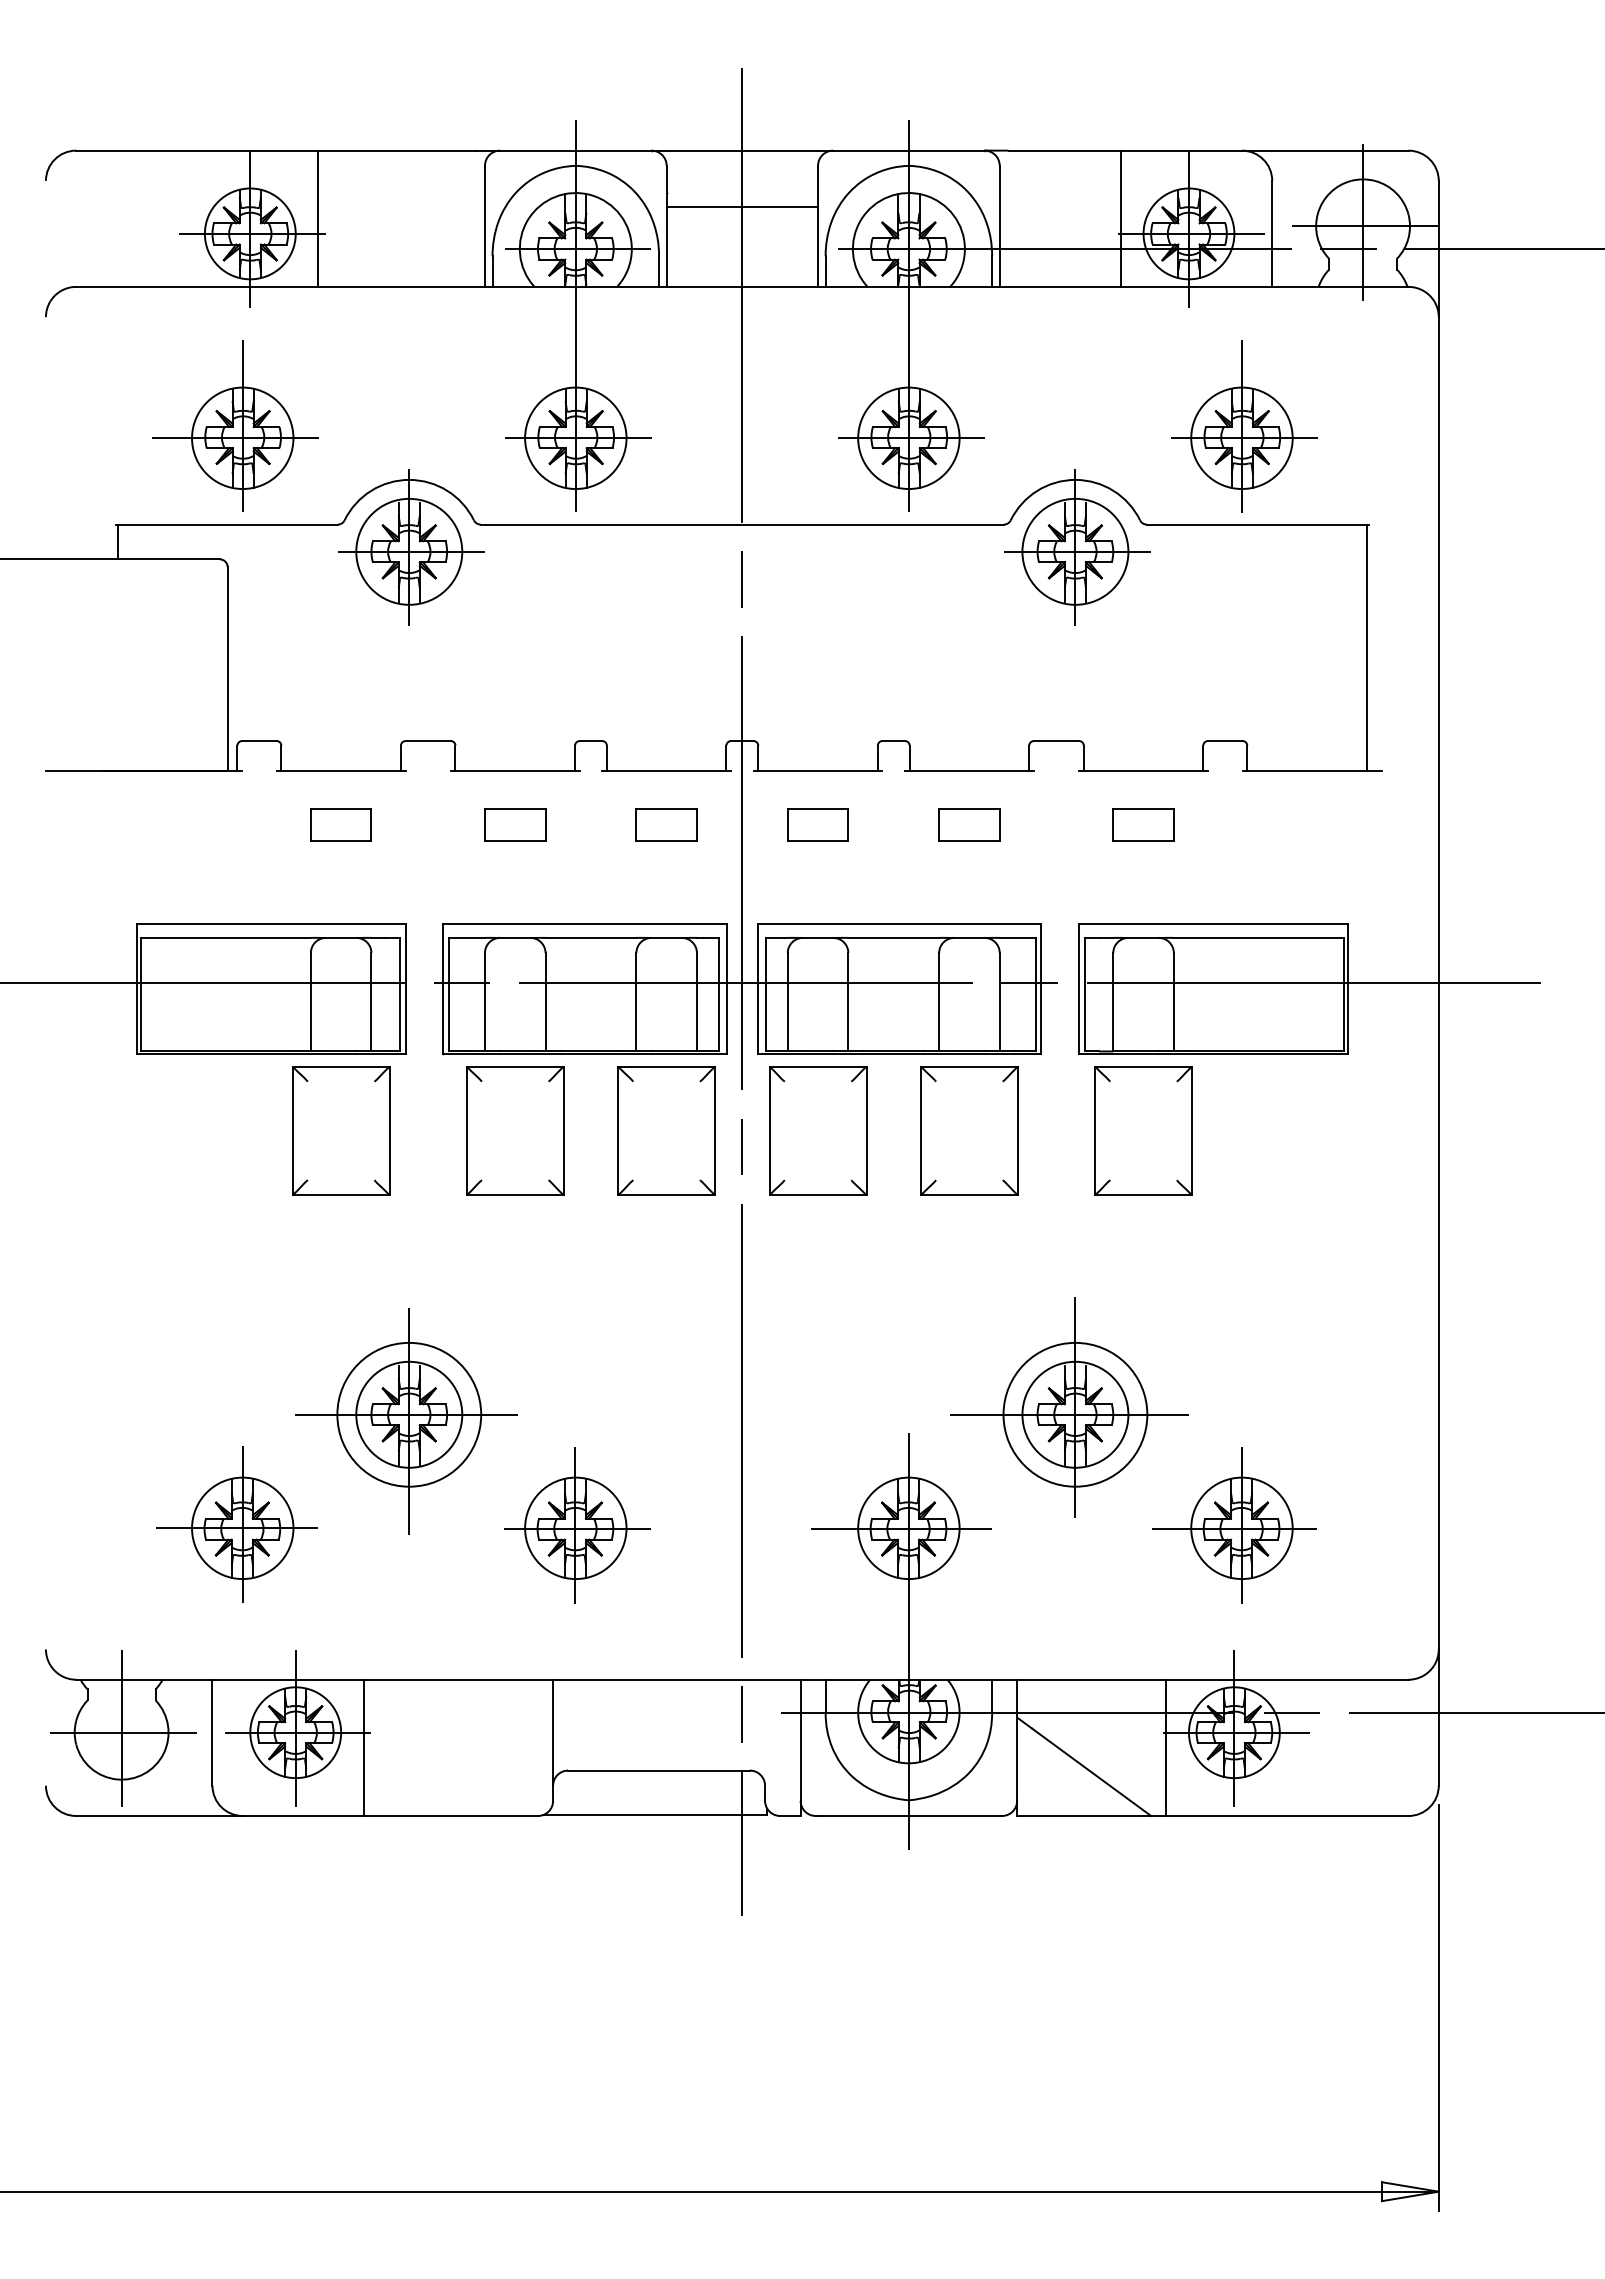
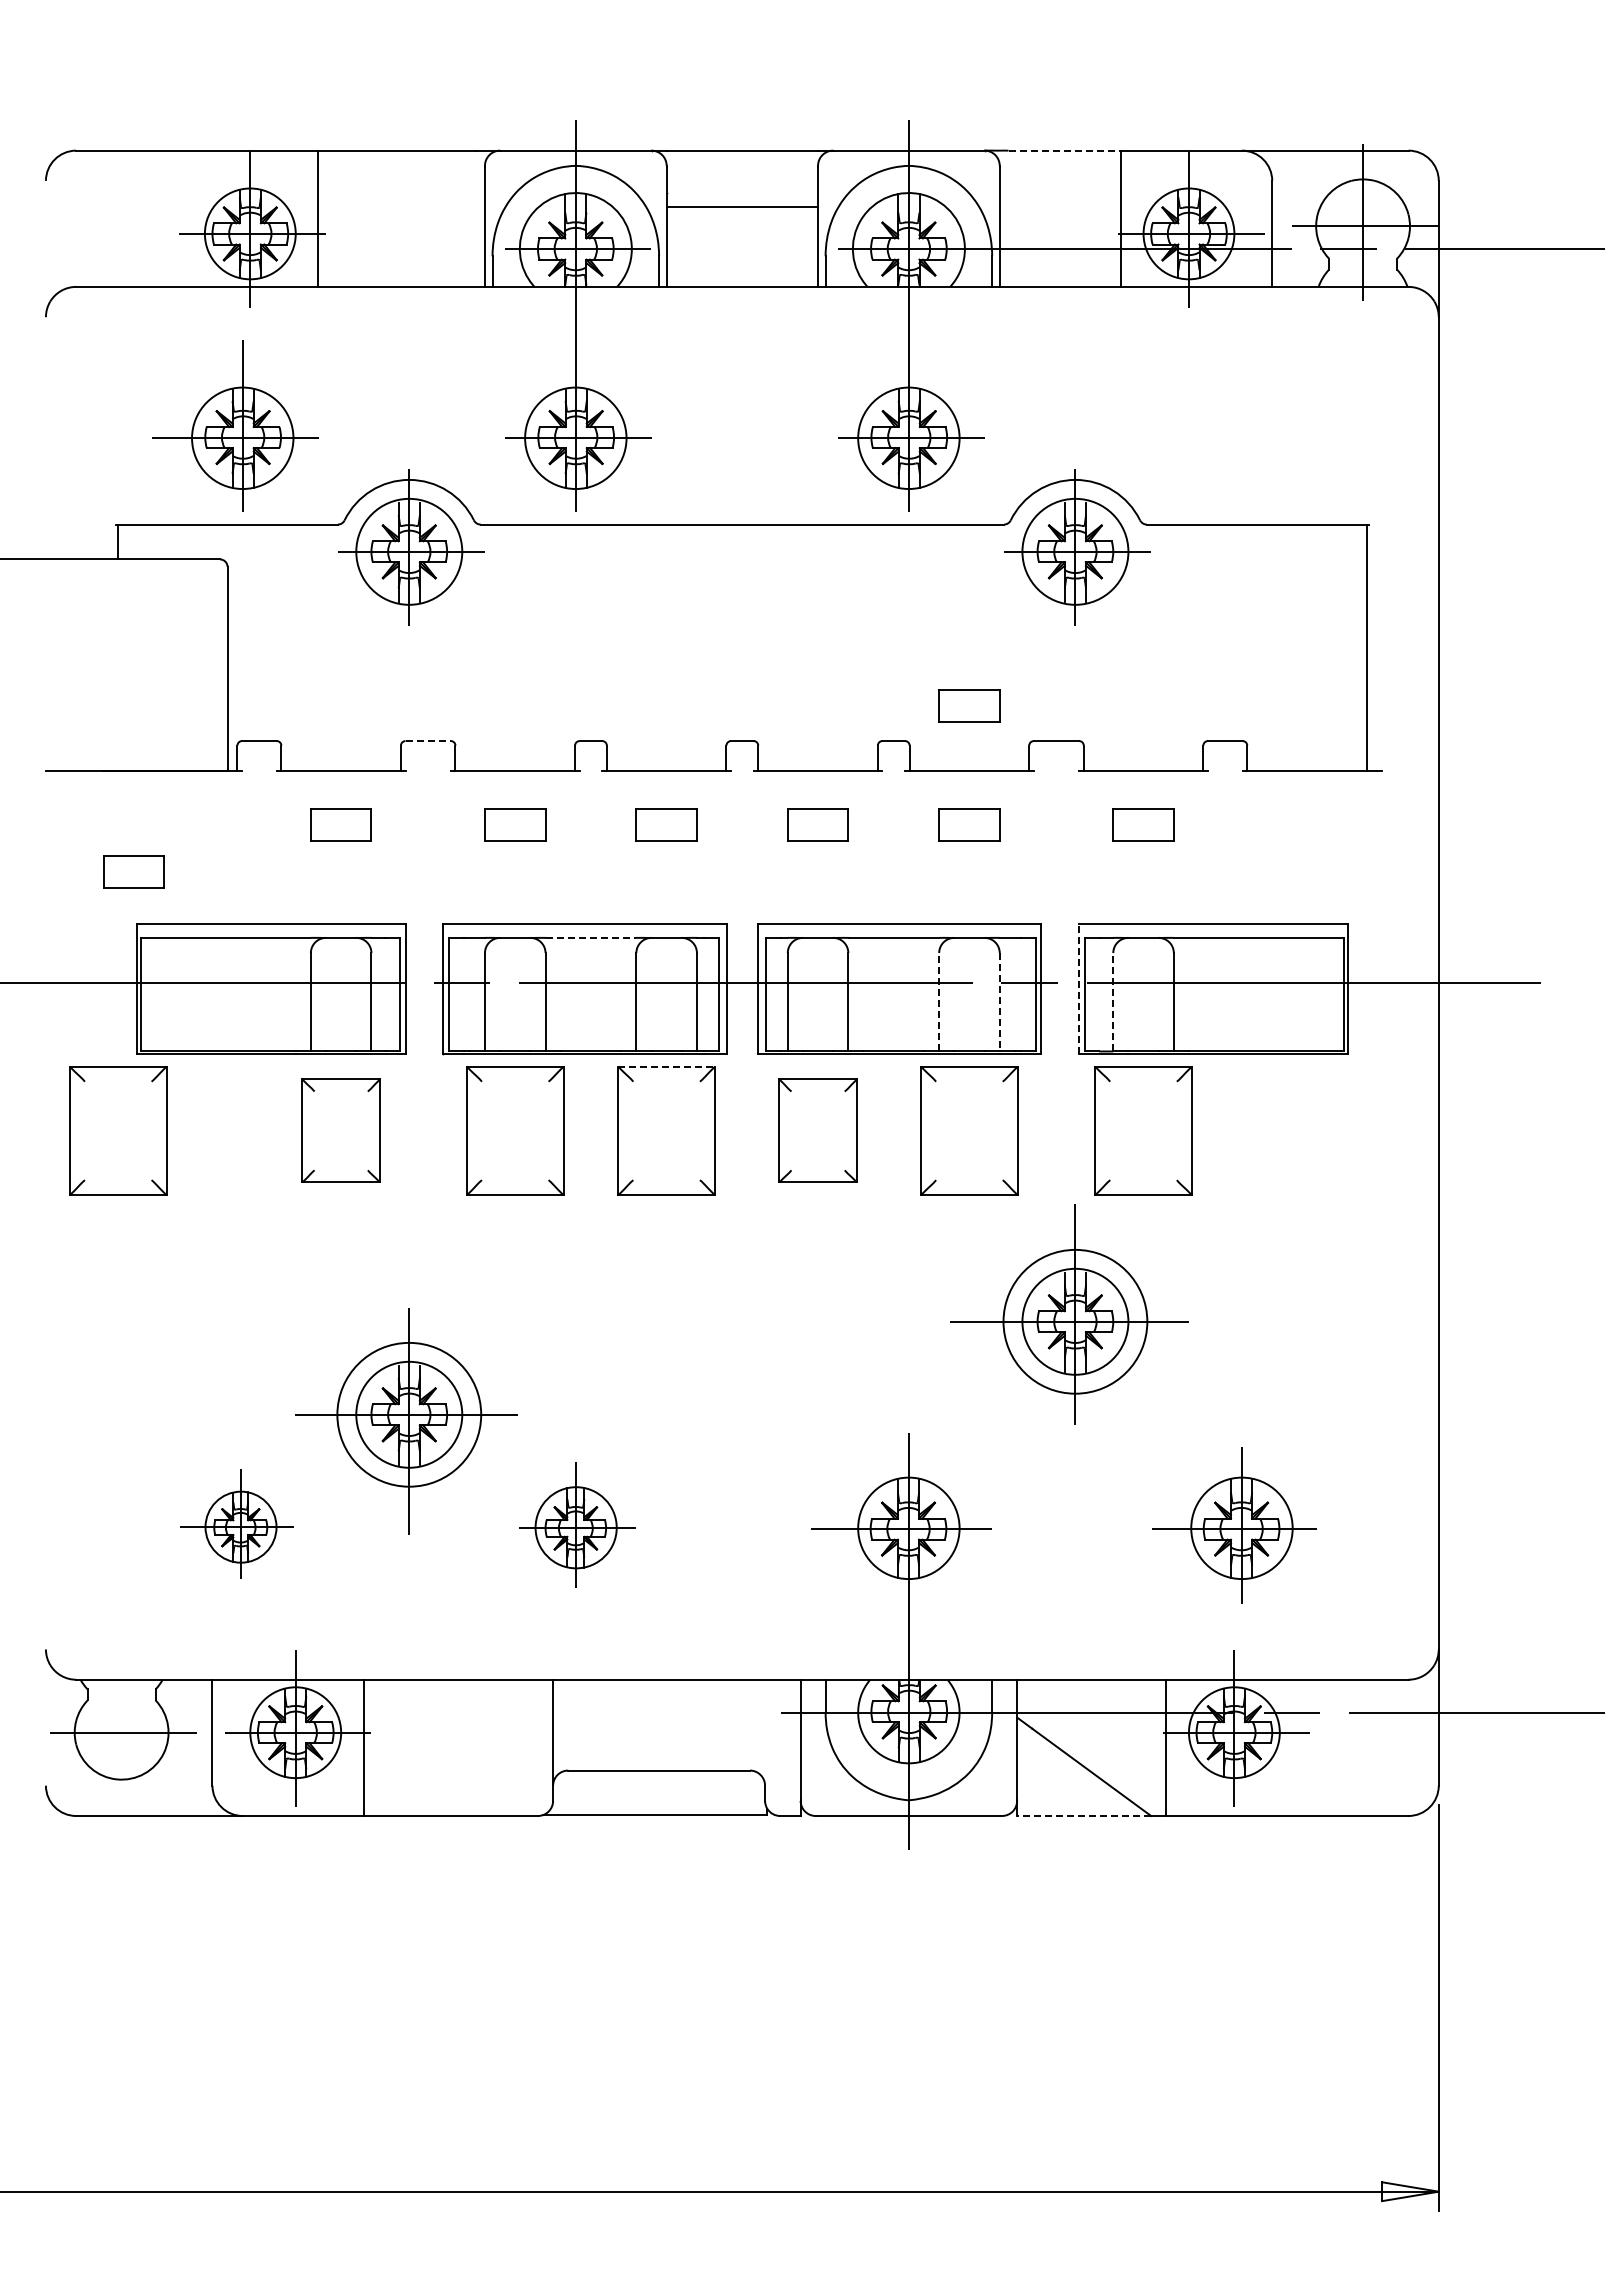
line at (1065, 150): solid -> dashed
part at (1244, 426): present -> none
part at (969, 705): none -> present
line at (428, 741): solid -> dashed
part at (133, 871): none -> present
line at (590, 937): solid -> dashed
line at (1079, 988): solid -> dashed
line at (742, 991): present -> none
line at (939, 1001): solid -> dashed
line at (1113, 1001): solid -> dashed
line at (999, 1002): solid -> dashed
line at (667, 1066): solid -> dashed
part at (118, 1130): none -> present
part at (341, 1130) size: 99x130 px -> 80x105 px
part at (818, 1130) size: 99x130 px -> 80x105 px
part at (1069, 1407) position: (1069, 1407) -> (1069, 1314)
part at (236, 1524) size: 162x157 px -> 114x110 px
part at (577, 1525) size: 147x157 px -> 117x126 px
line at (121, 1728): present -> none
line at (1084, 1815): solid -> dashed
